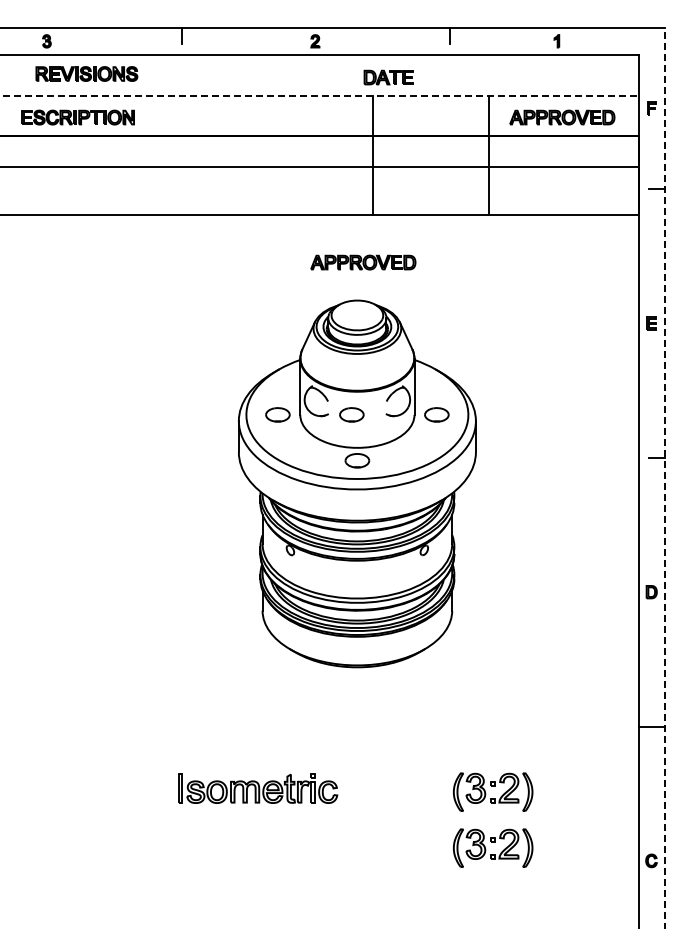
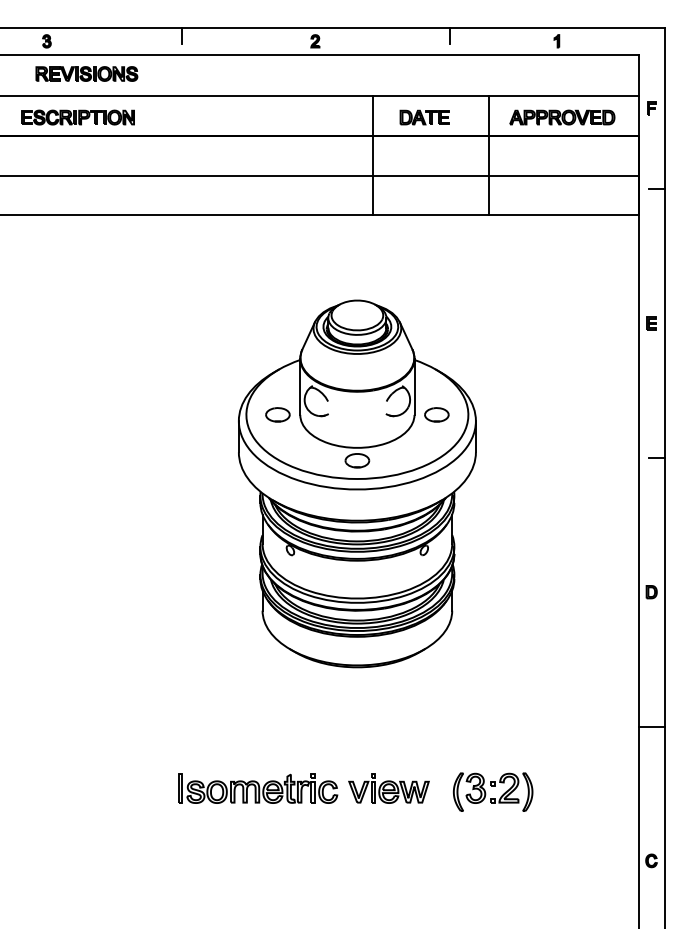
part at (388, 77) position: (388, 77) -> (424, 117)
line at (319, 95): dashed -> solid
line at (320, 166) position: (320, 166) -> (320, 175)
part at (363, 262): present -> none
part at (351, 414): present -> none
line at (665, 477): dashed -> solid
part at (388, 788): none -> present
part at (492, 847): present -> none
